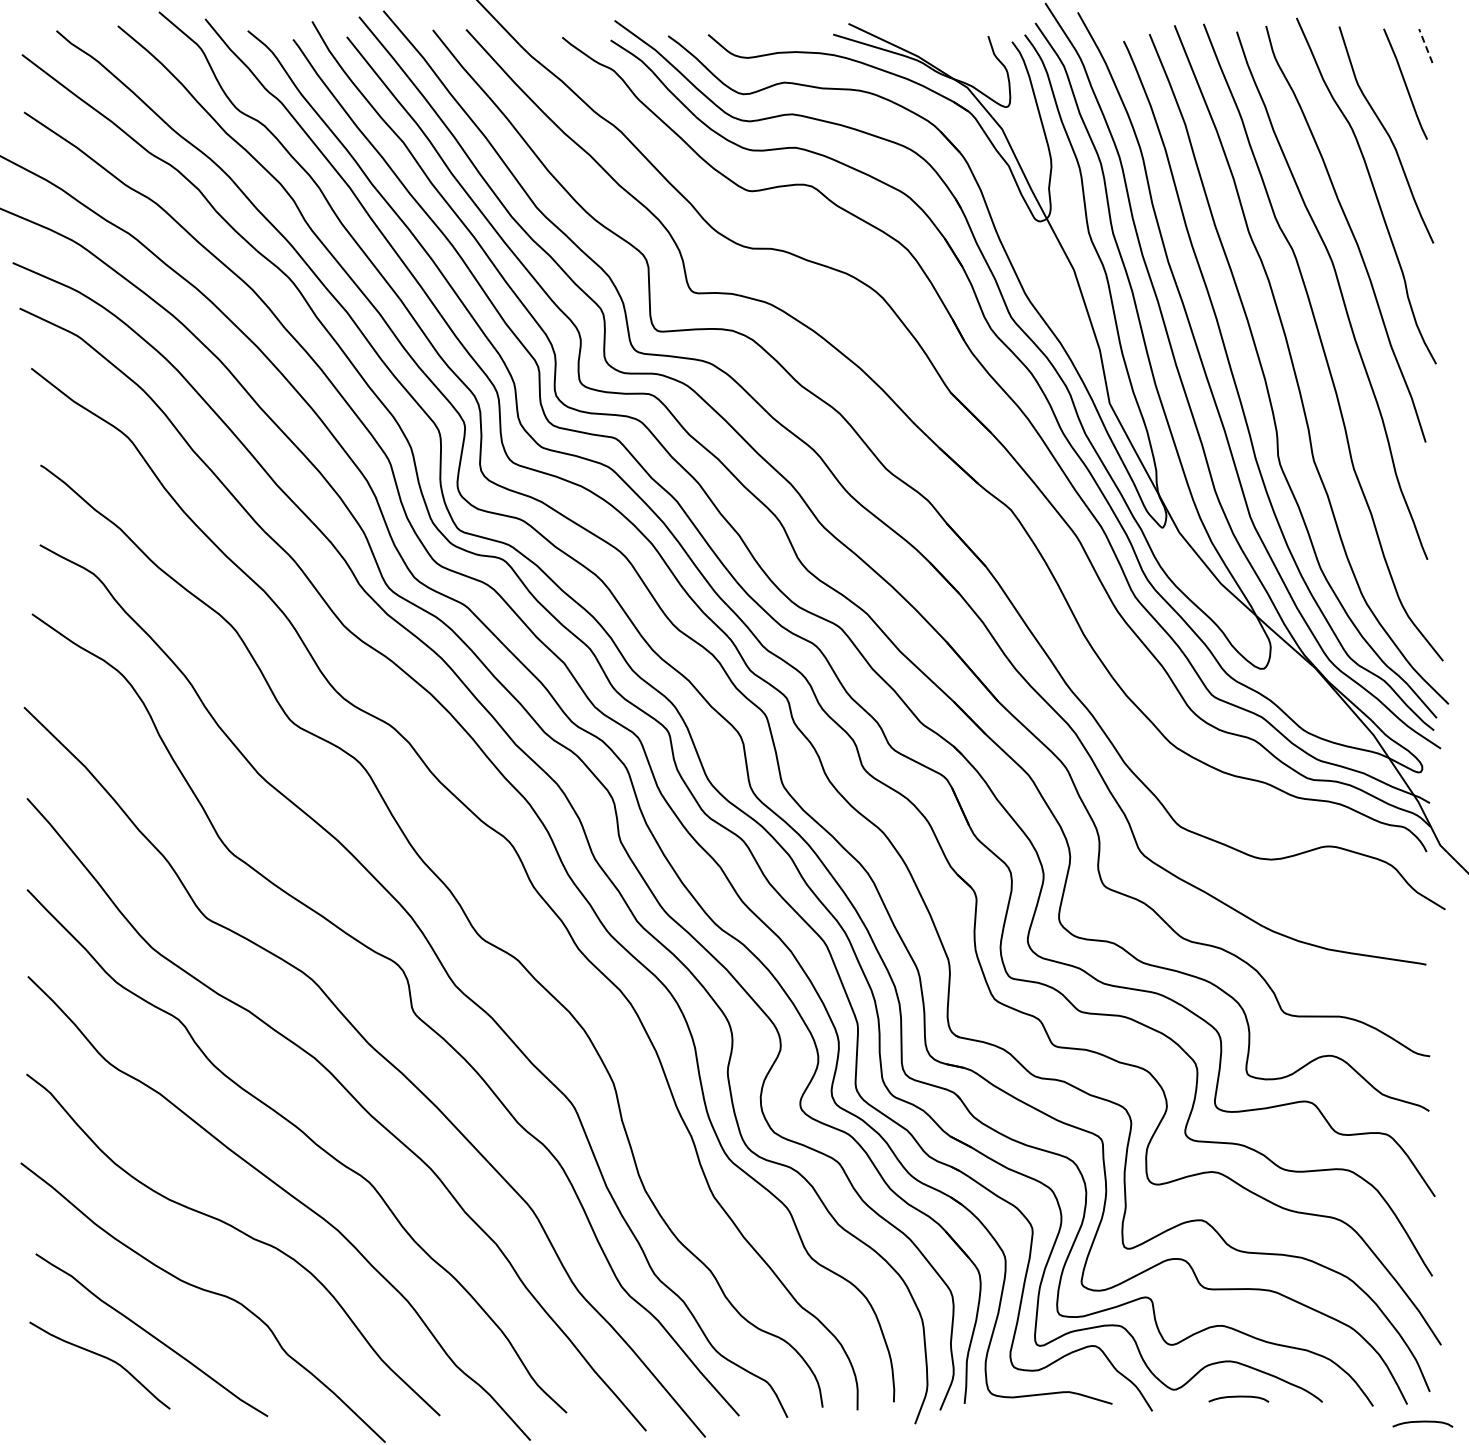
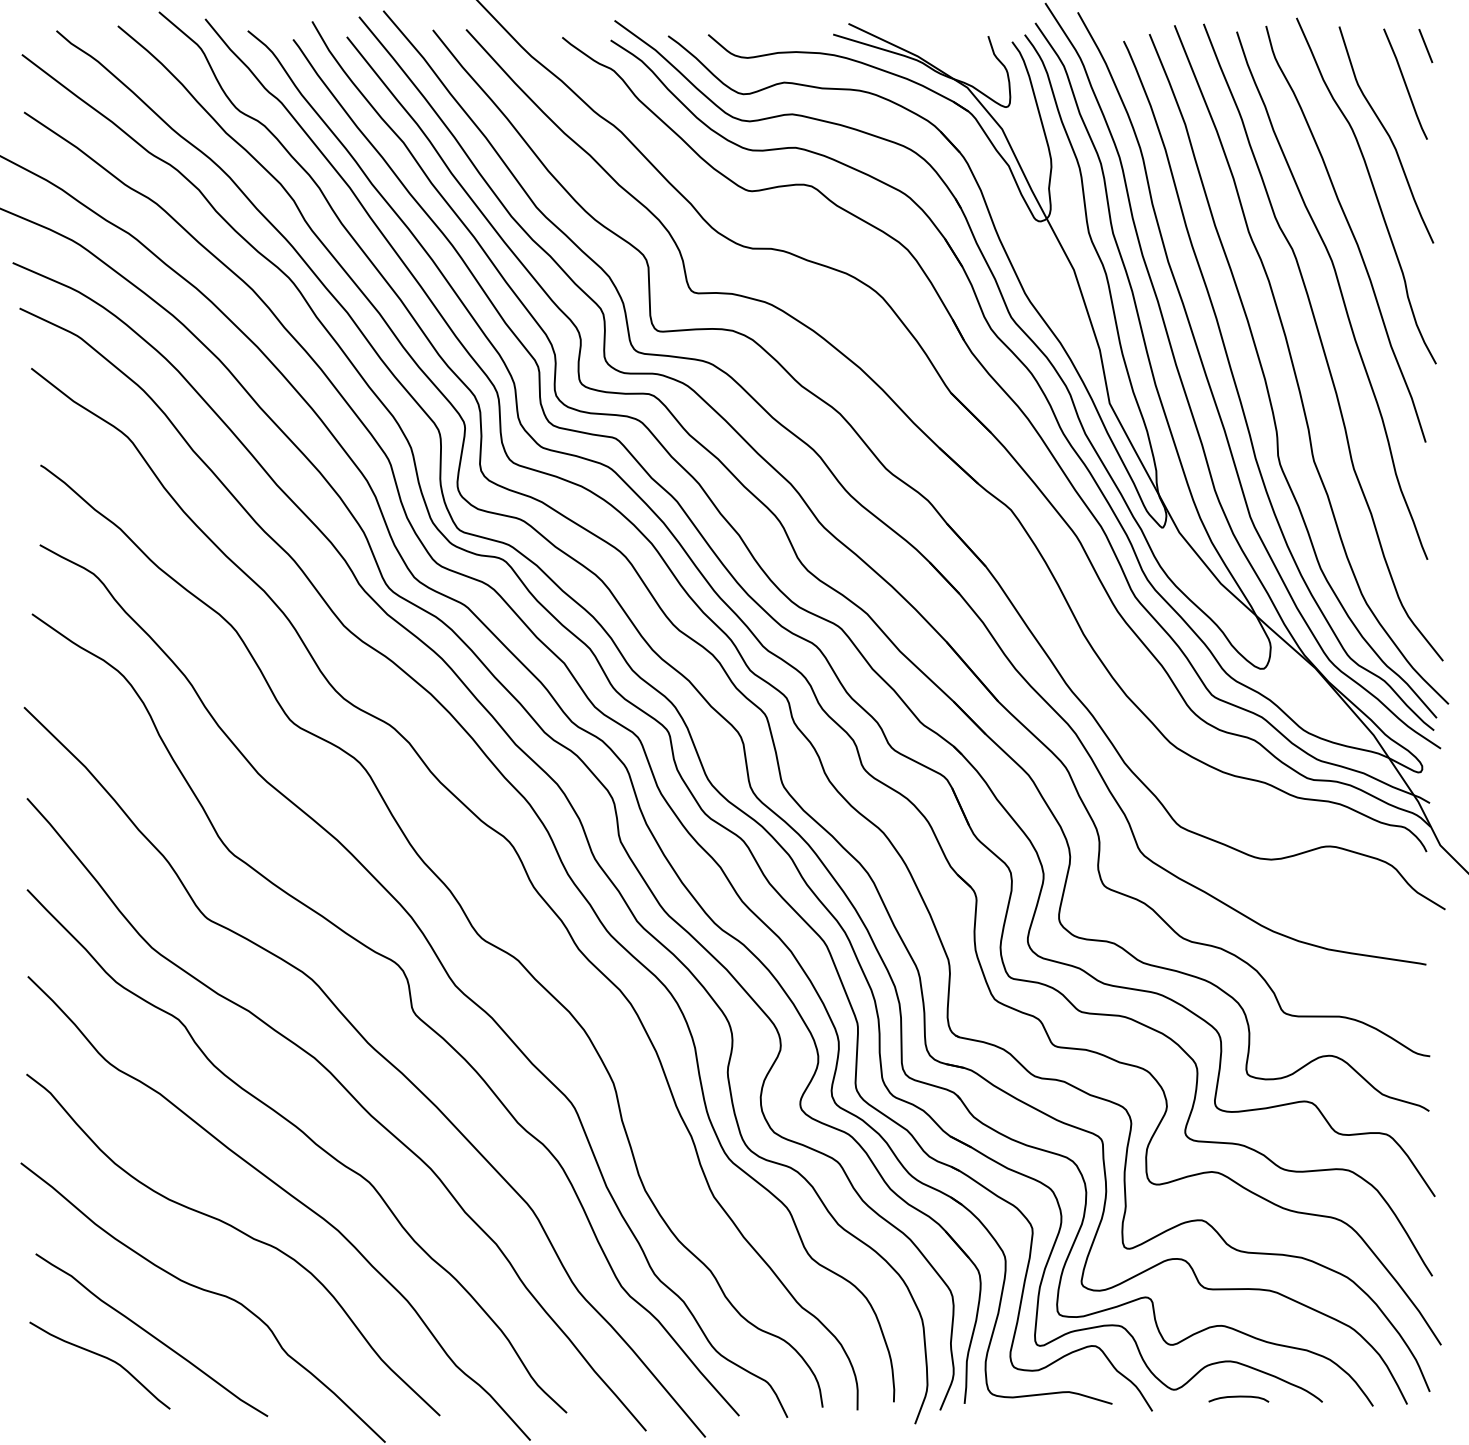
line at (1425, 45): dashed -> solid
curve at (1422, 1422): present -> none
